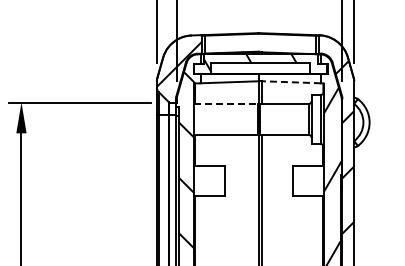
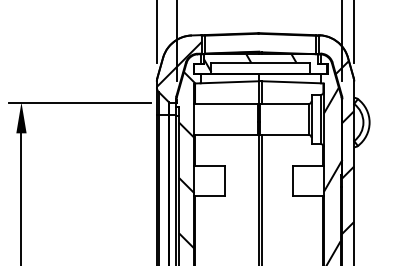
line at (291, 82): dashed -> solid
line at (226, 104): dashed -> solid
